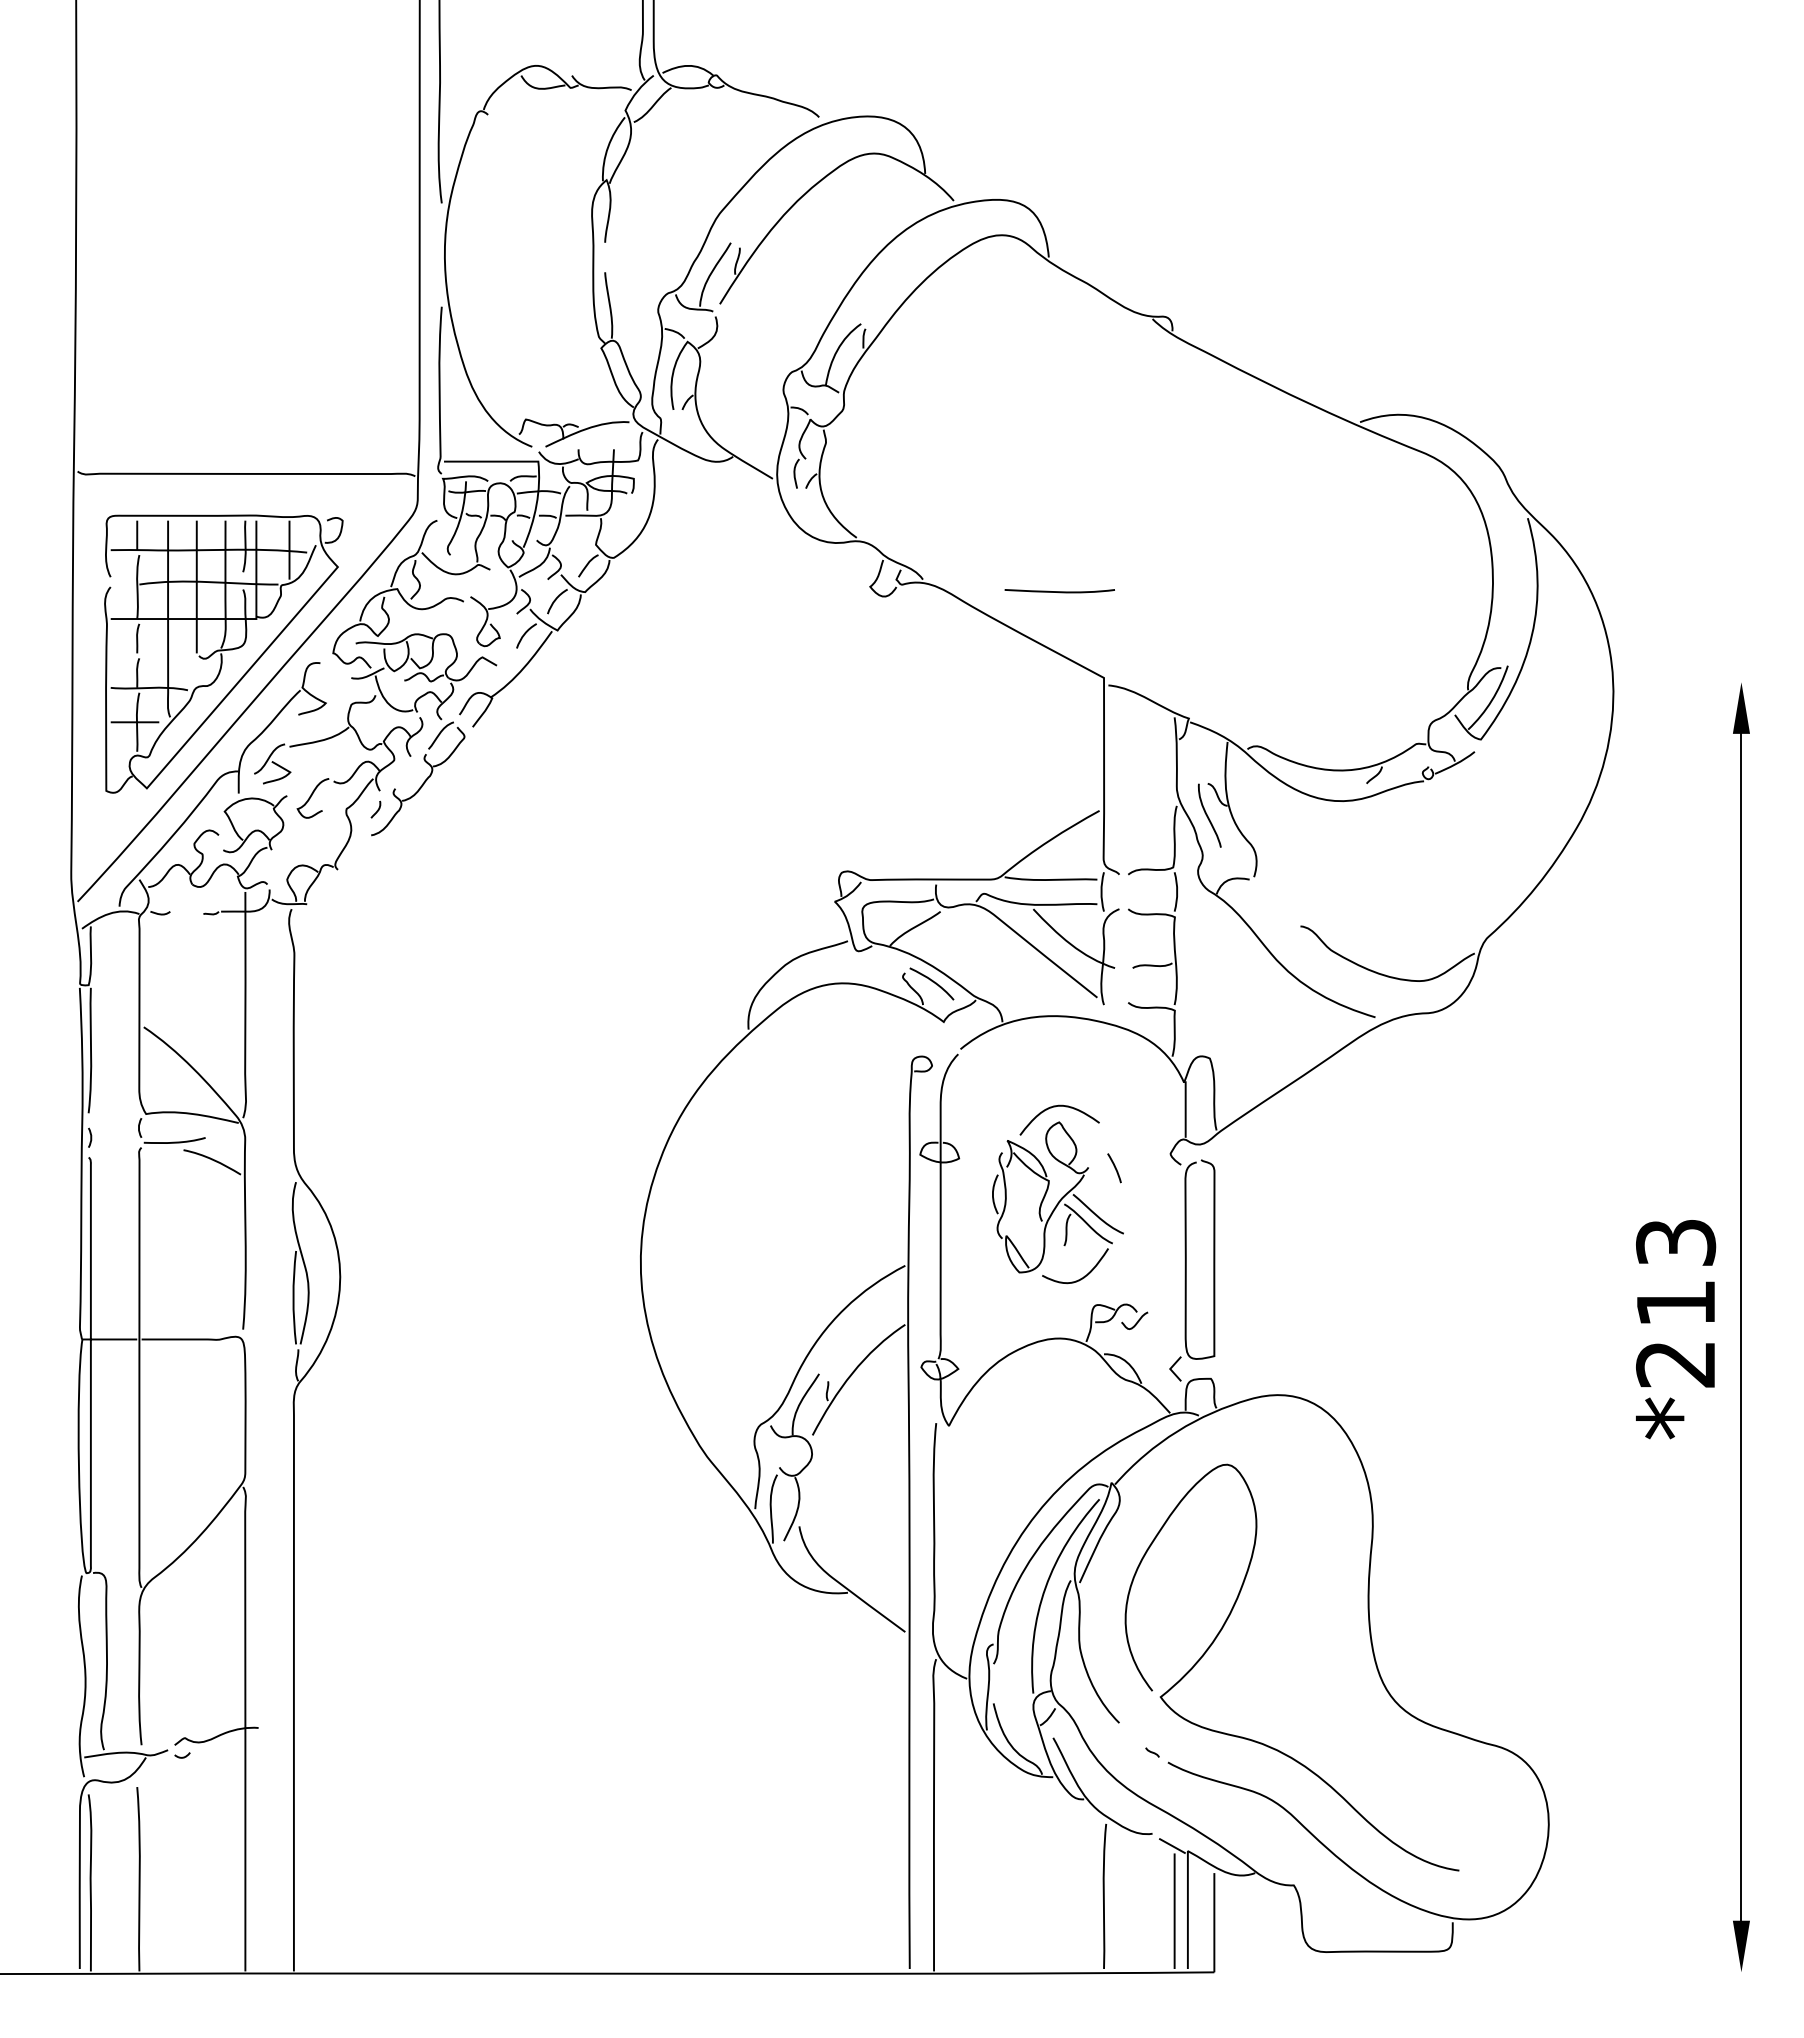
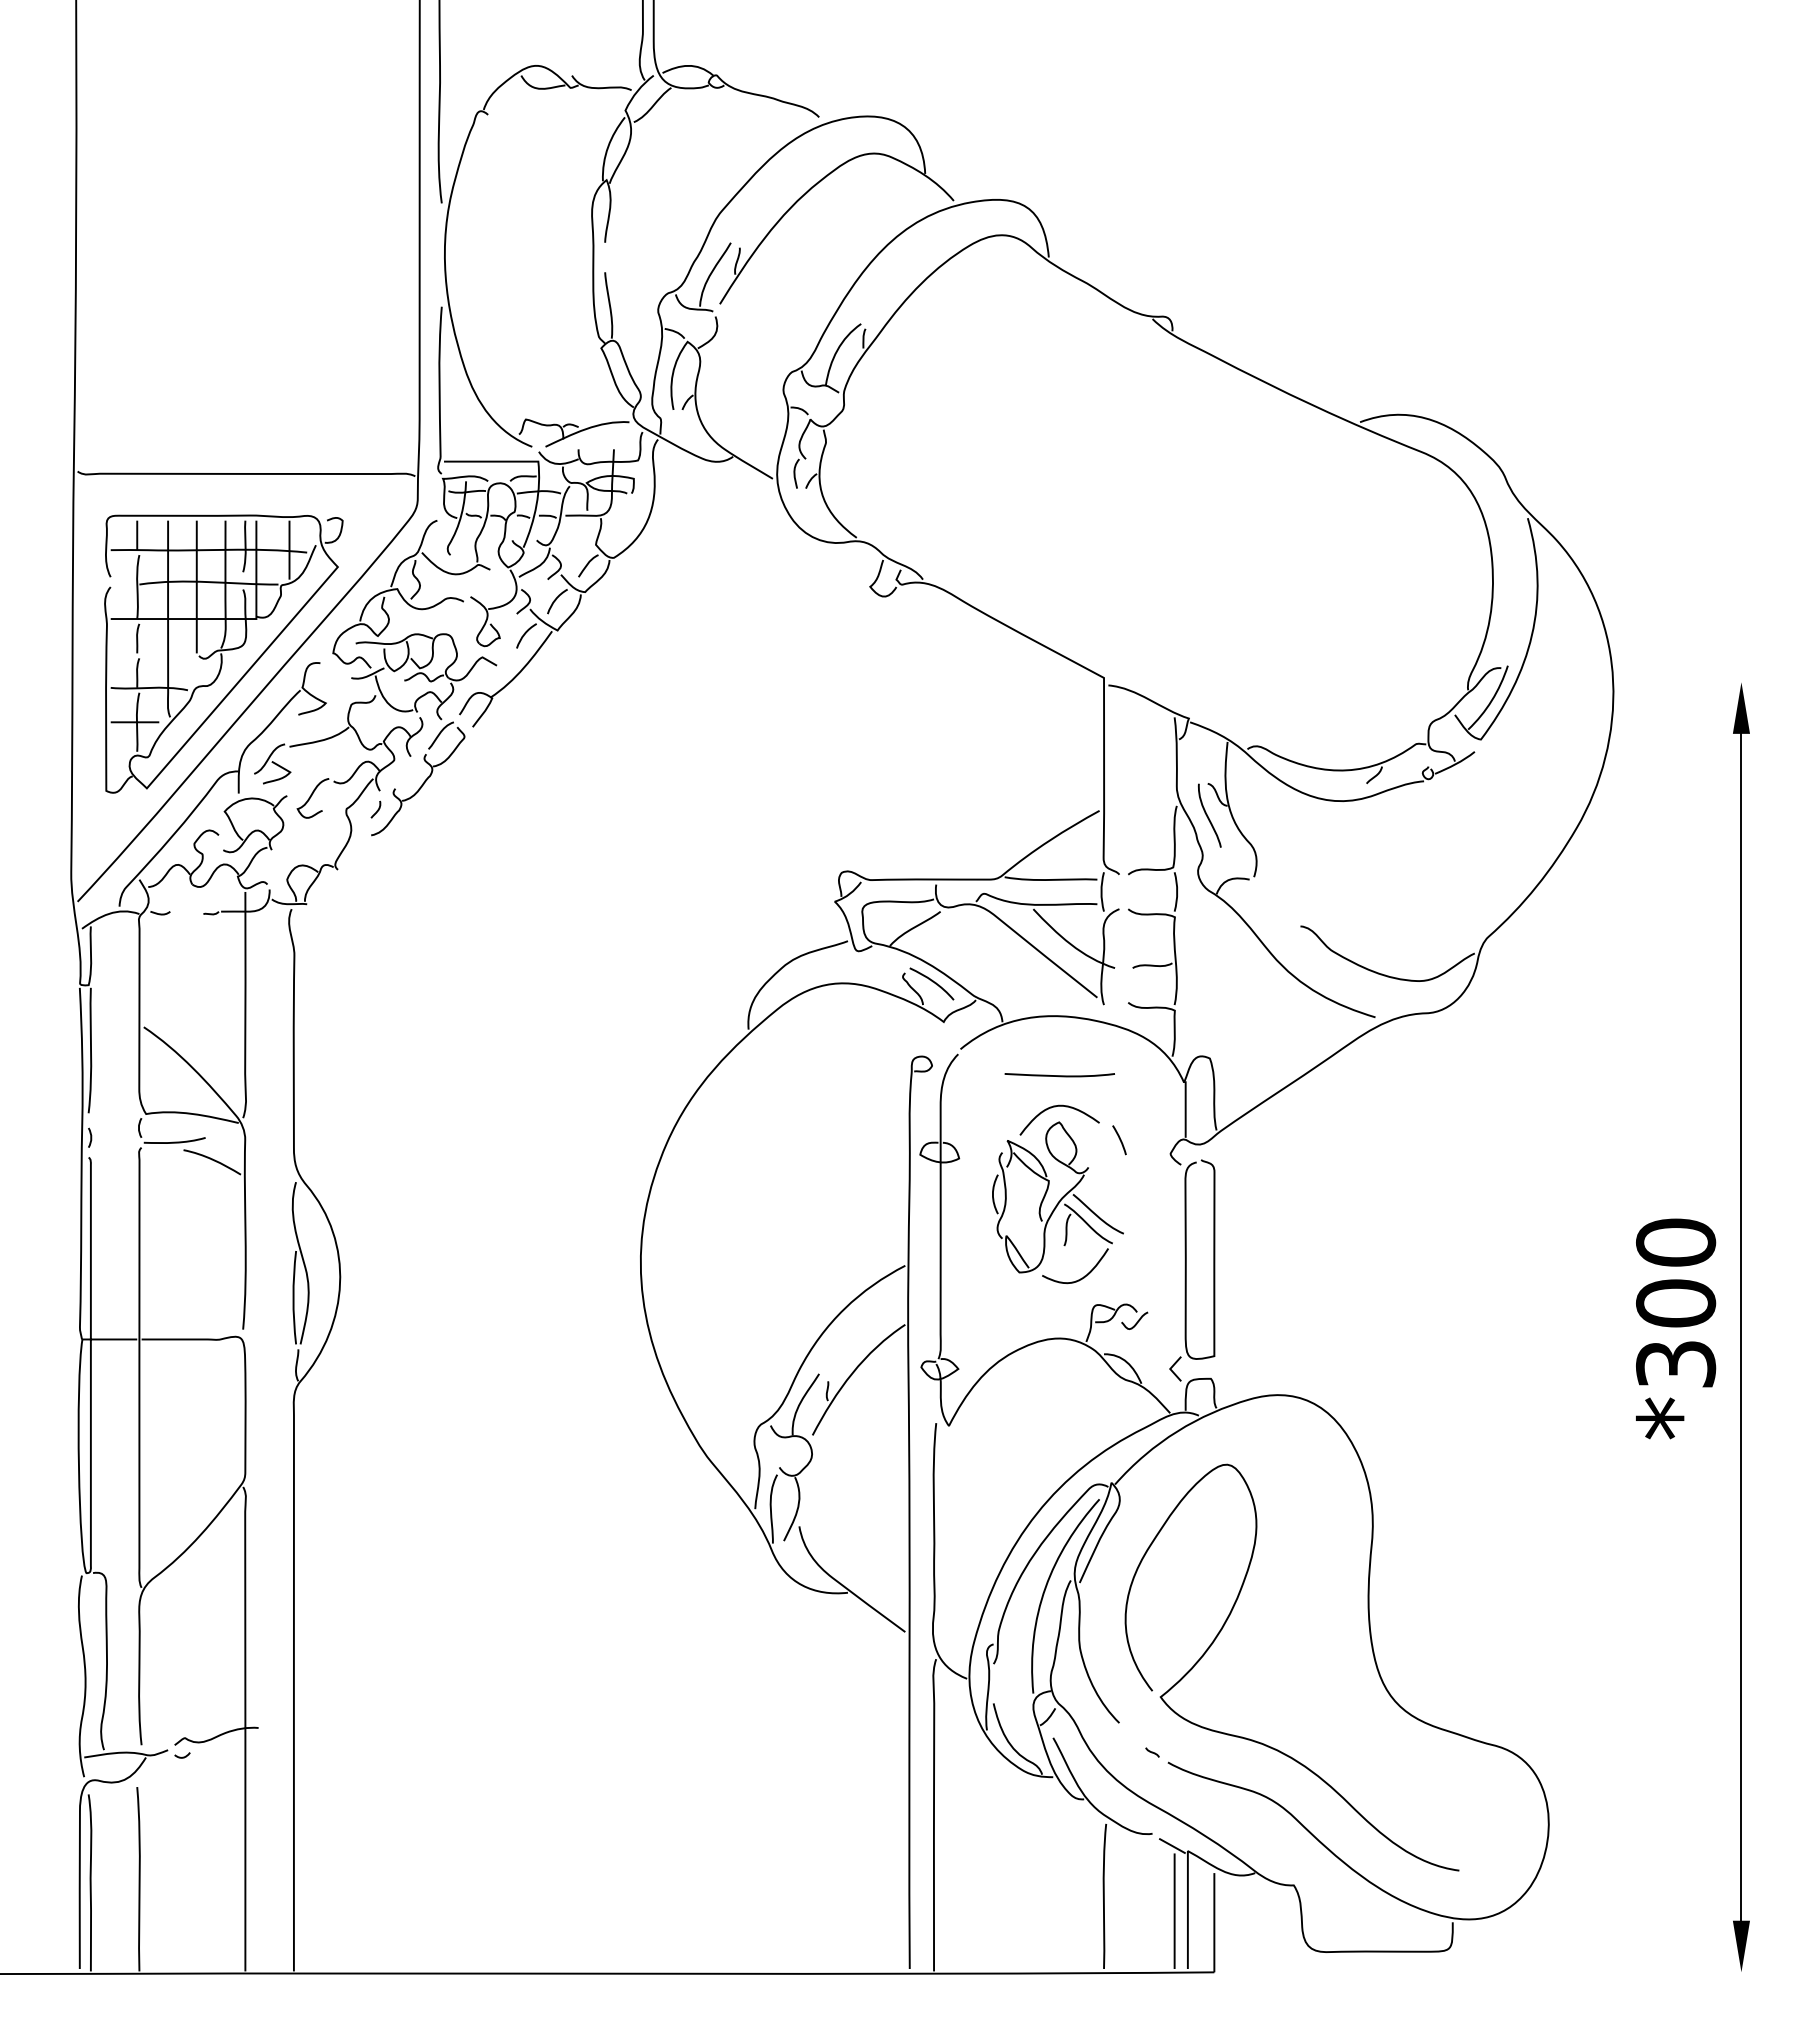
curve at (1059, 591) position: (1059, 591) -> (1059, 1075)
curve at (1114, 1168) position: (1114, 1168) -> (1119, 1140)
text at (1676, 1302): *213 -> *300
